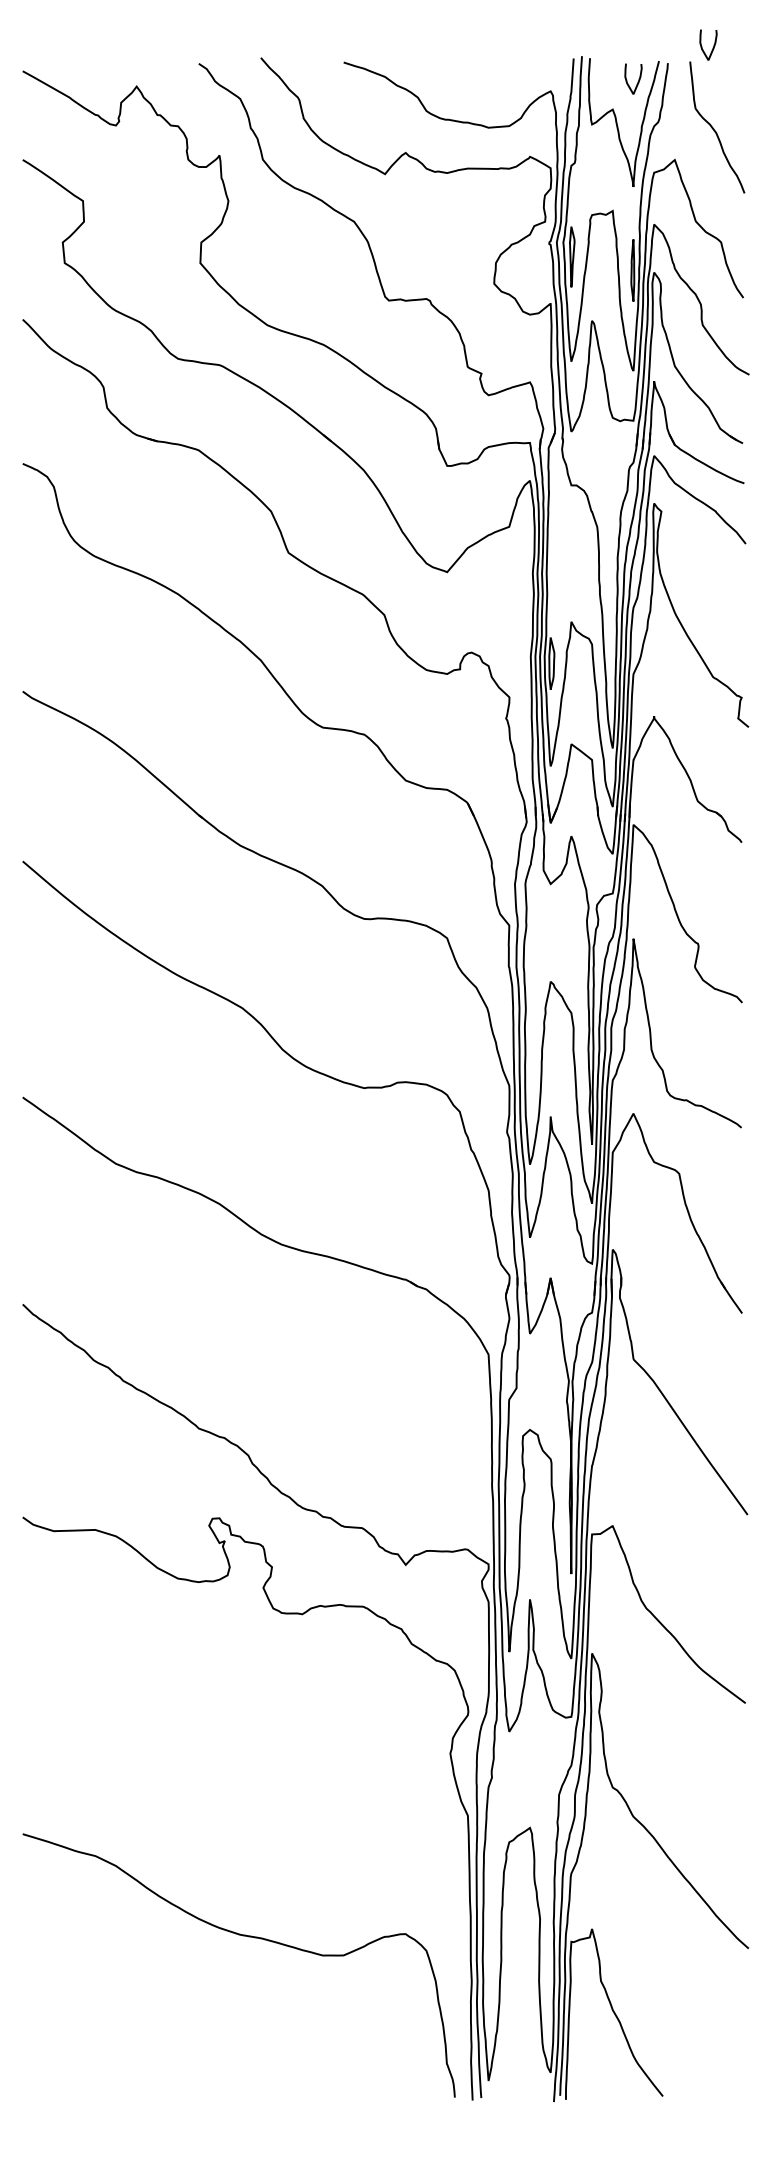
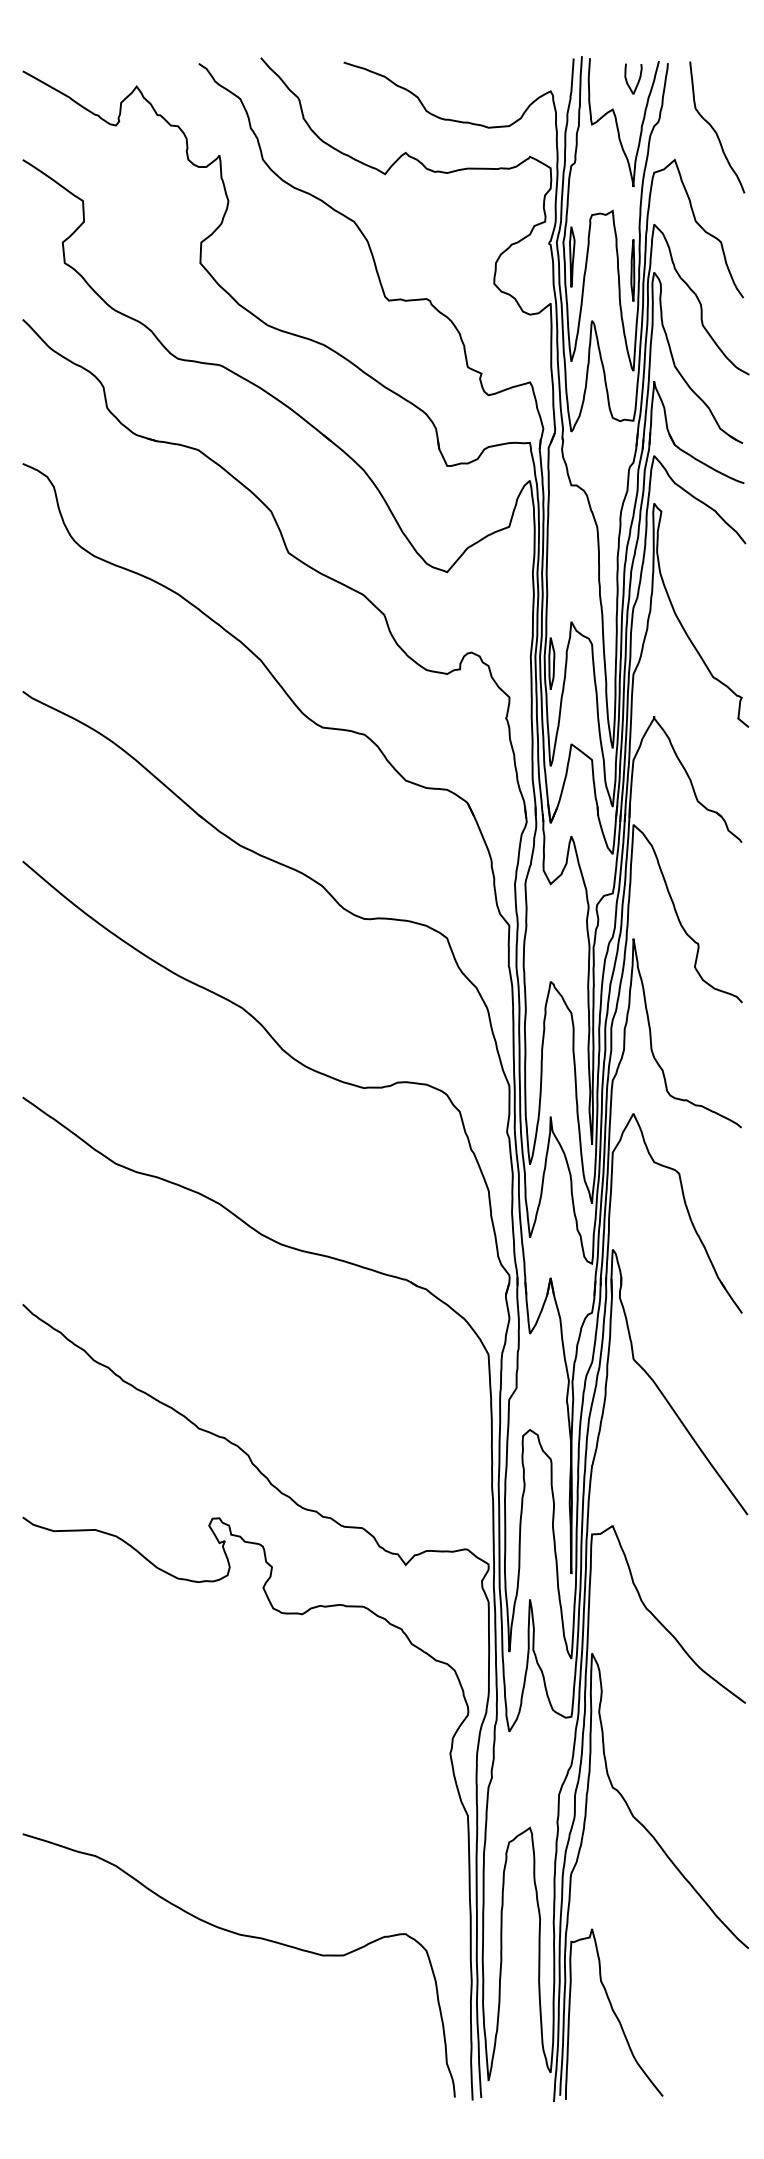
curve at (713, 44): present -> none
